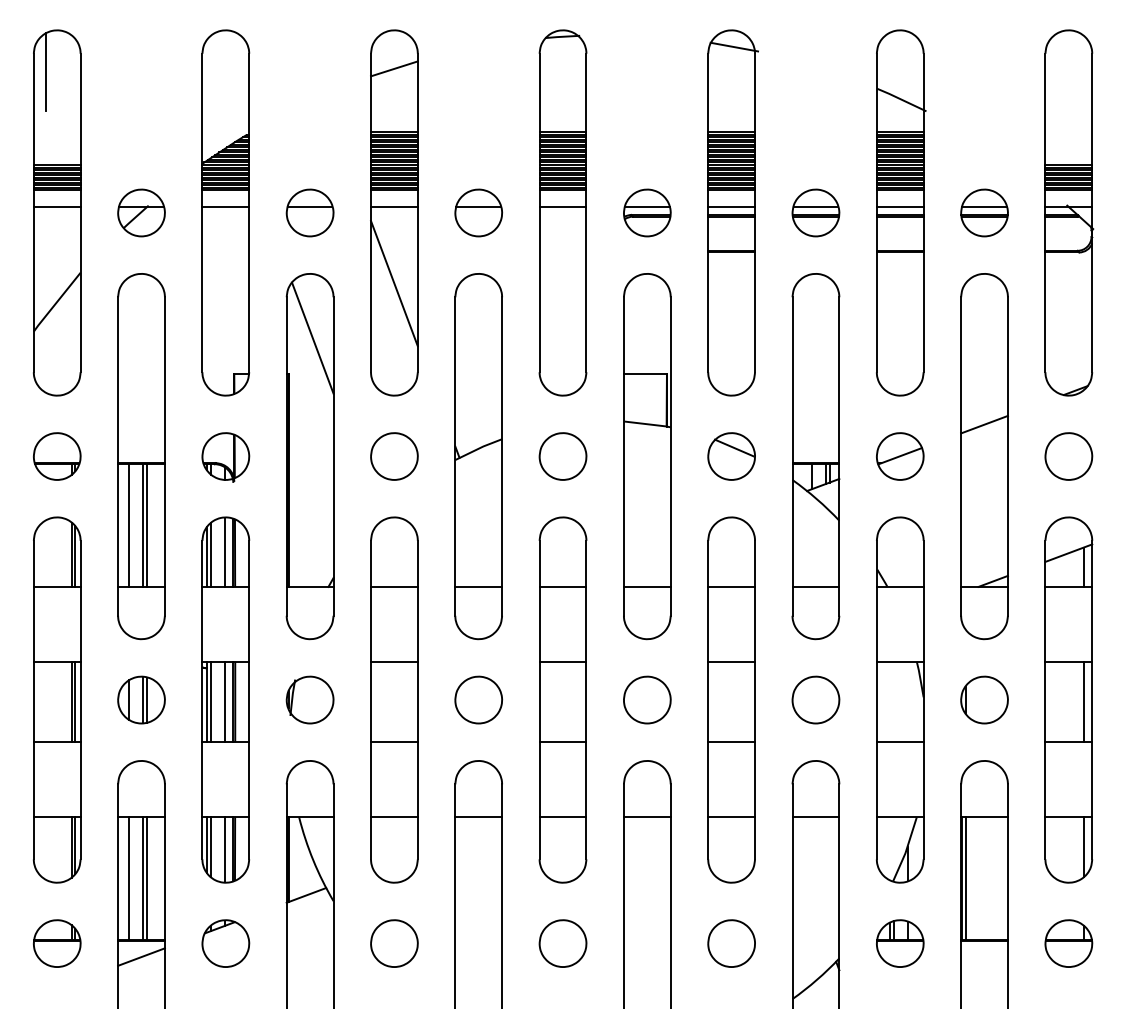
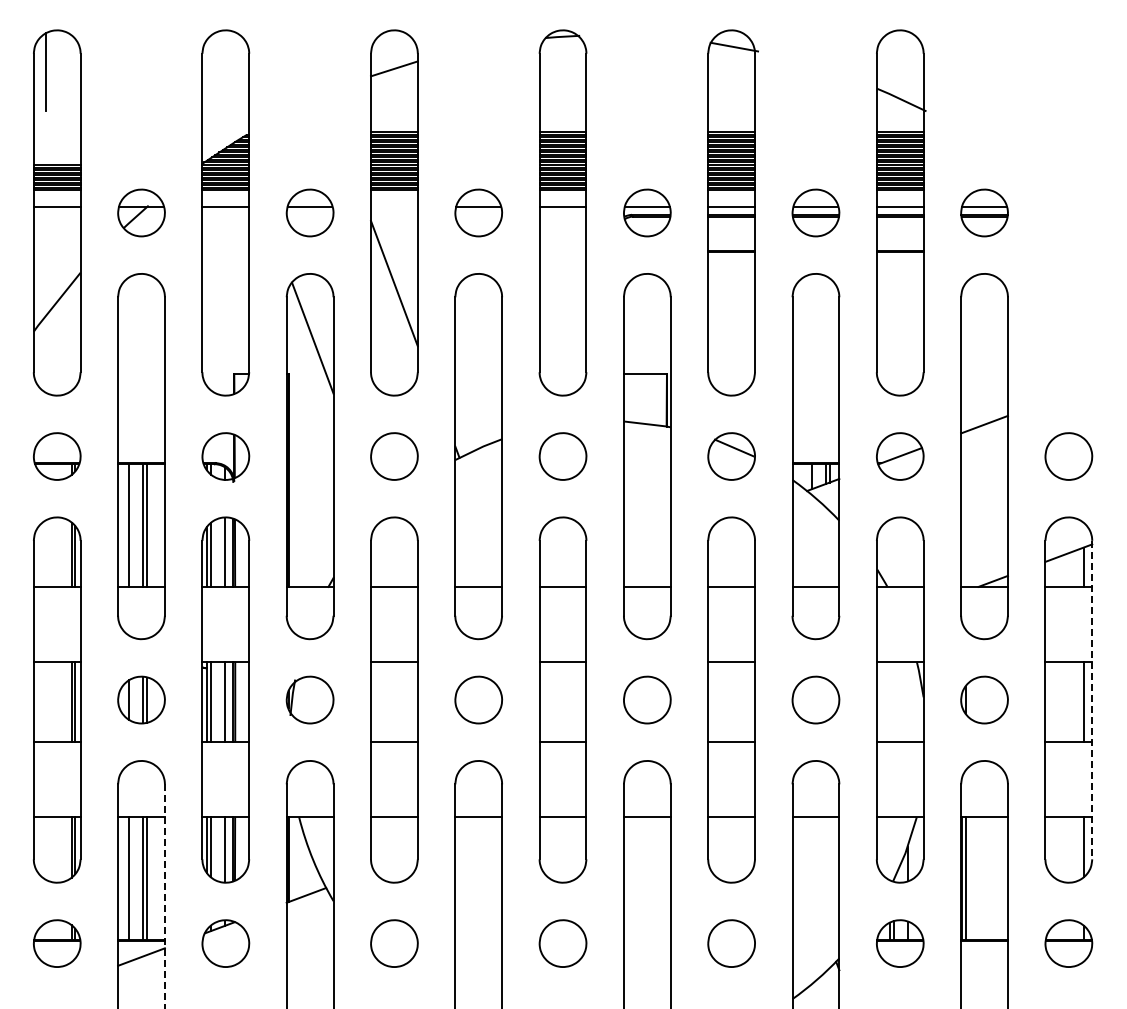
line at (394, 206): present -> none
part at (1069, 212): present -> none
line at (1092, 700): solid -> dashed
line at (164, 896): solid -> dashed
